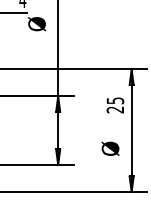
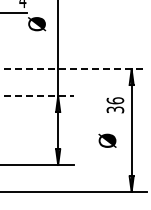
line at (74, 69): solid -> dashed
line at (37, 96): solid -> dashed
text at (115, 105): 25 -> 36
text at (110, 148) position: (110, 148) -> (107, 140)
